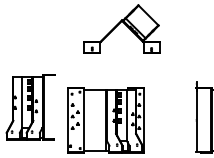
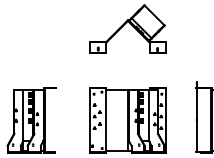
part at (121, 28) position: (121, 28) -> (127, 28)
part at (30, 107) position: (30, 107) -> (31, 120)
part at (105, 120) position: (105, 120) -> (127, 120)
